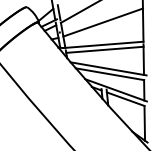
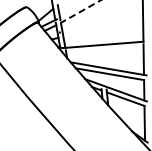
line at (80, 11): solid -> dashed
line at (102, 22): present -> none
line at (104, 49): present -> none
